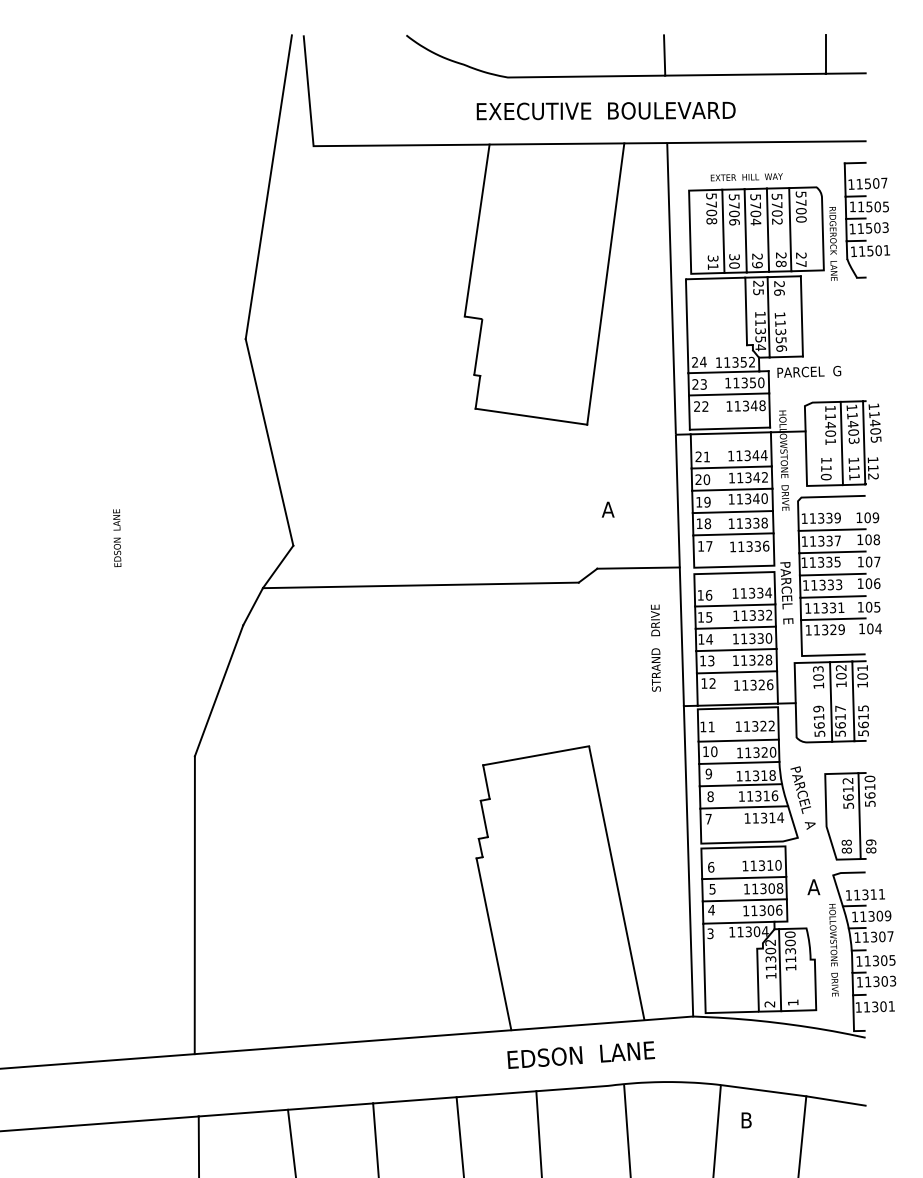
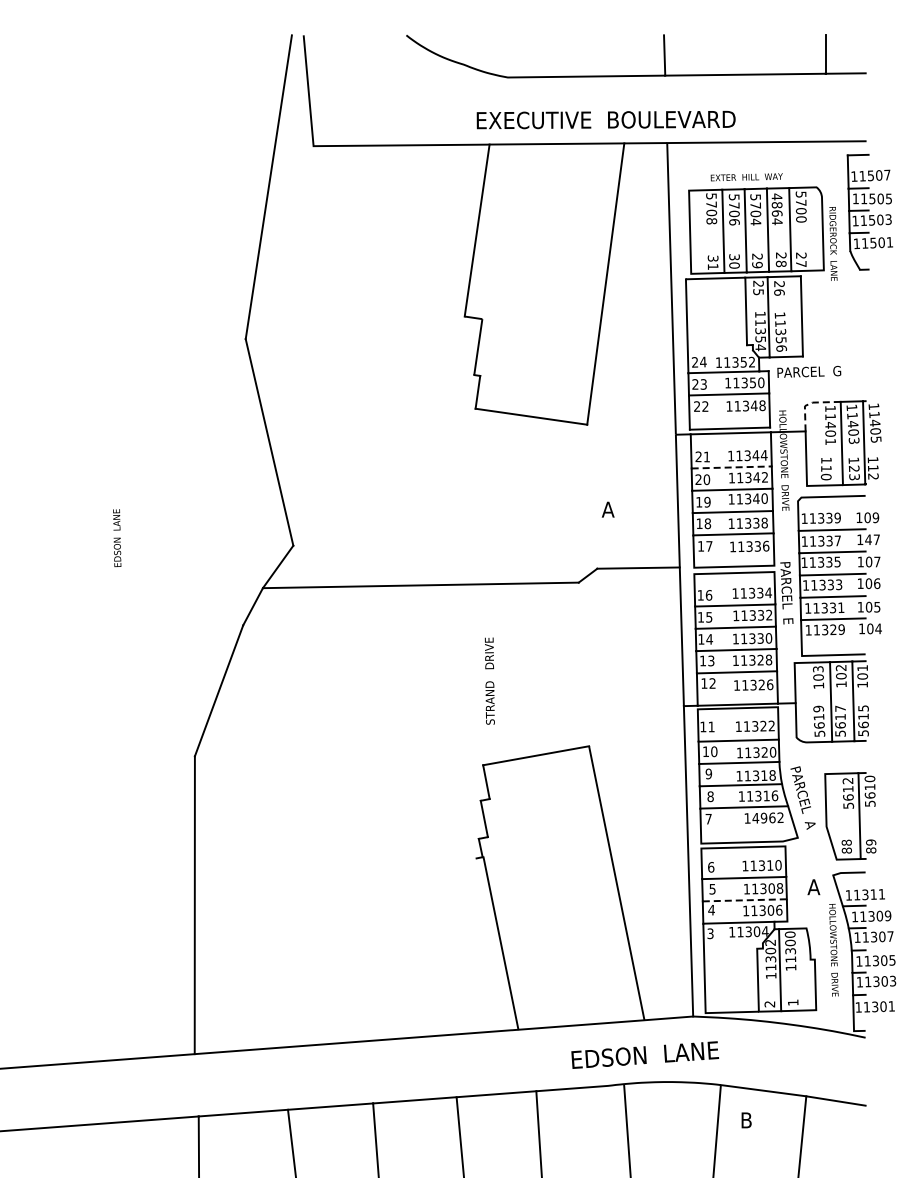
text at (605, 111) position: (605, 111) -> (605, 120)
text at (776, 209): 5702 -> 4864
part at (866, 219) position: (866, 219) -> (869, 211)
line at (810, 403): solid -> dashed
line at (732, 467): solid -> dashed
text at (854, 472): 111 -> 123
text at (872, 539): 108 -> 147
text at (655, 647) position: (655, 647) -> (489, 680)
text at (768, 817): 11314 -> 14962
line at (745, 900): solid -> dashed
line at (493, 944) position: (493, 944) -> (500, 943)
text at (581, 1054) position: (581, 1054) -> (645, 1054)
